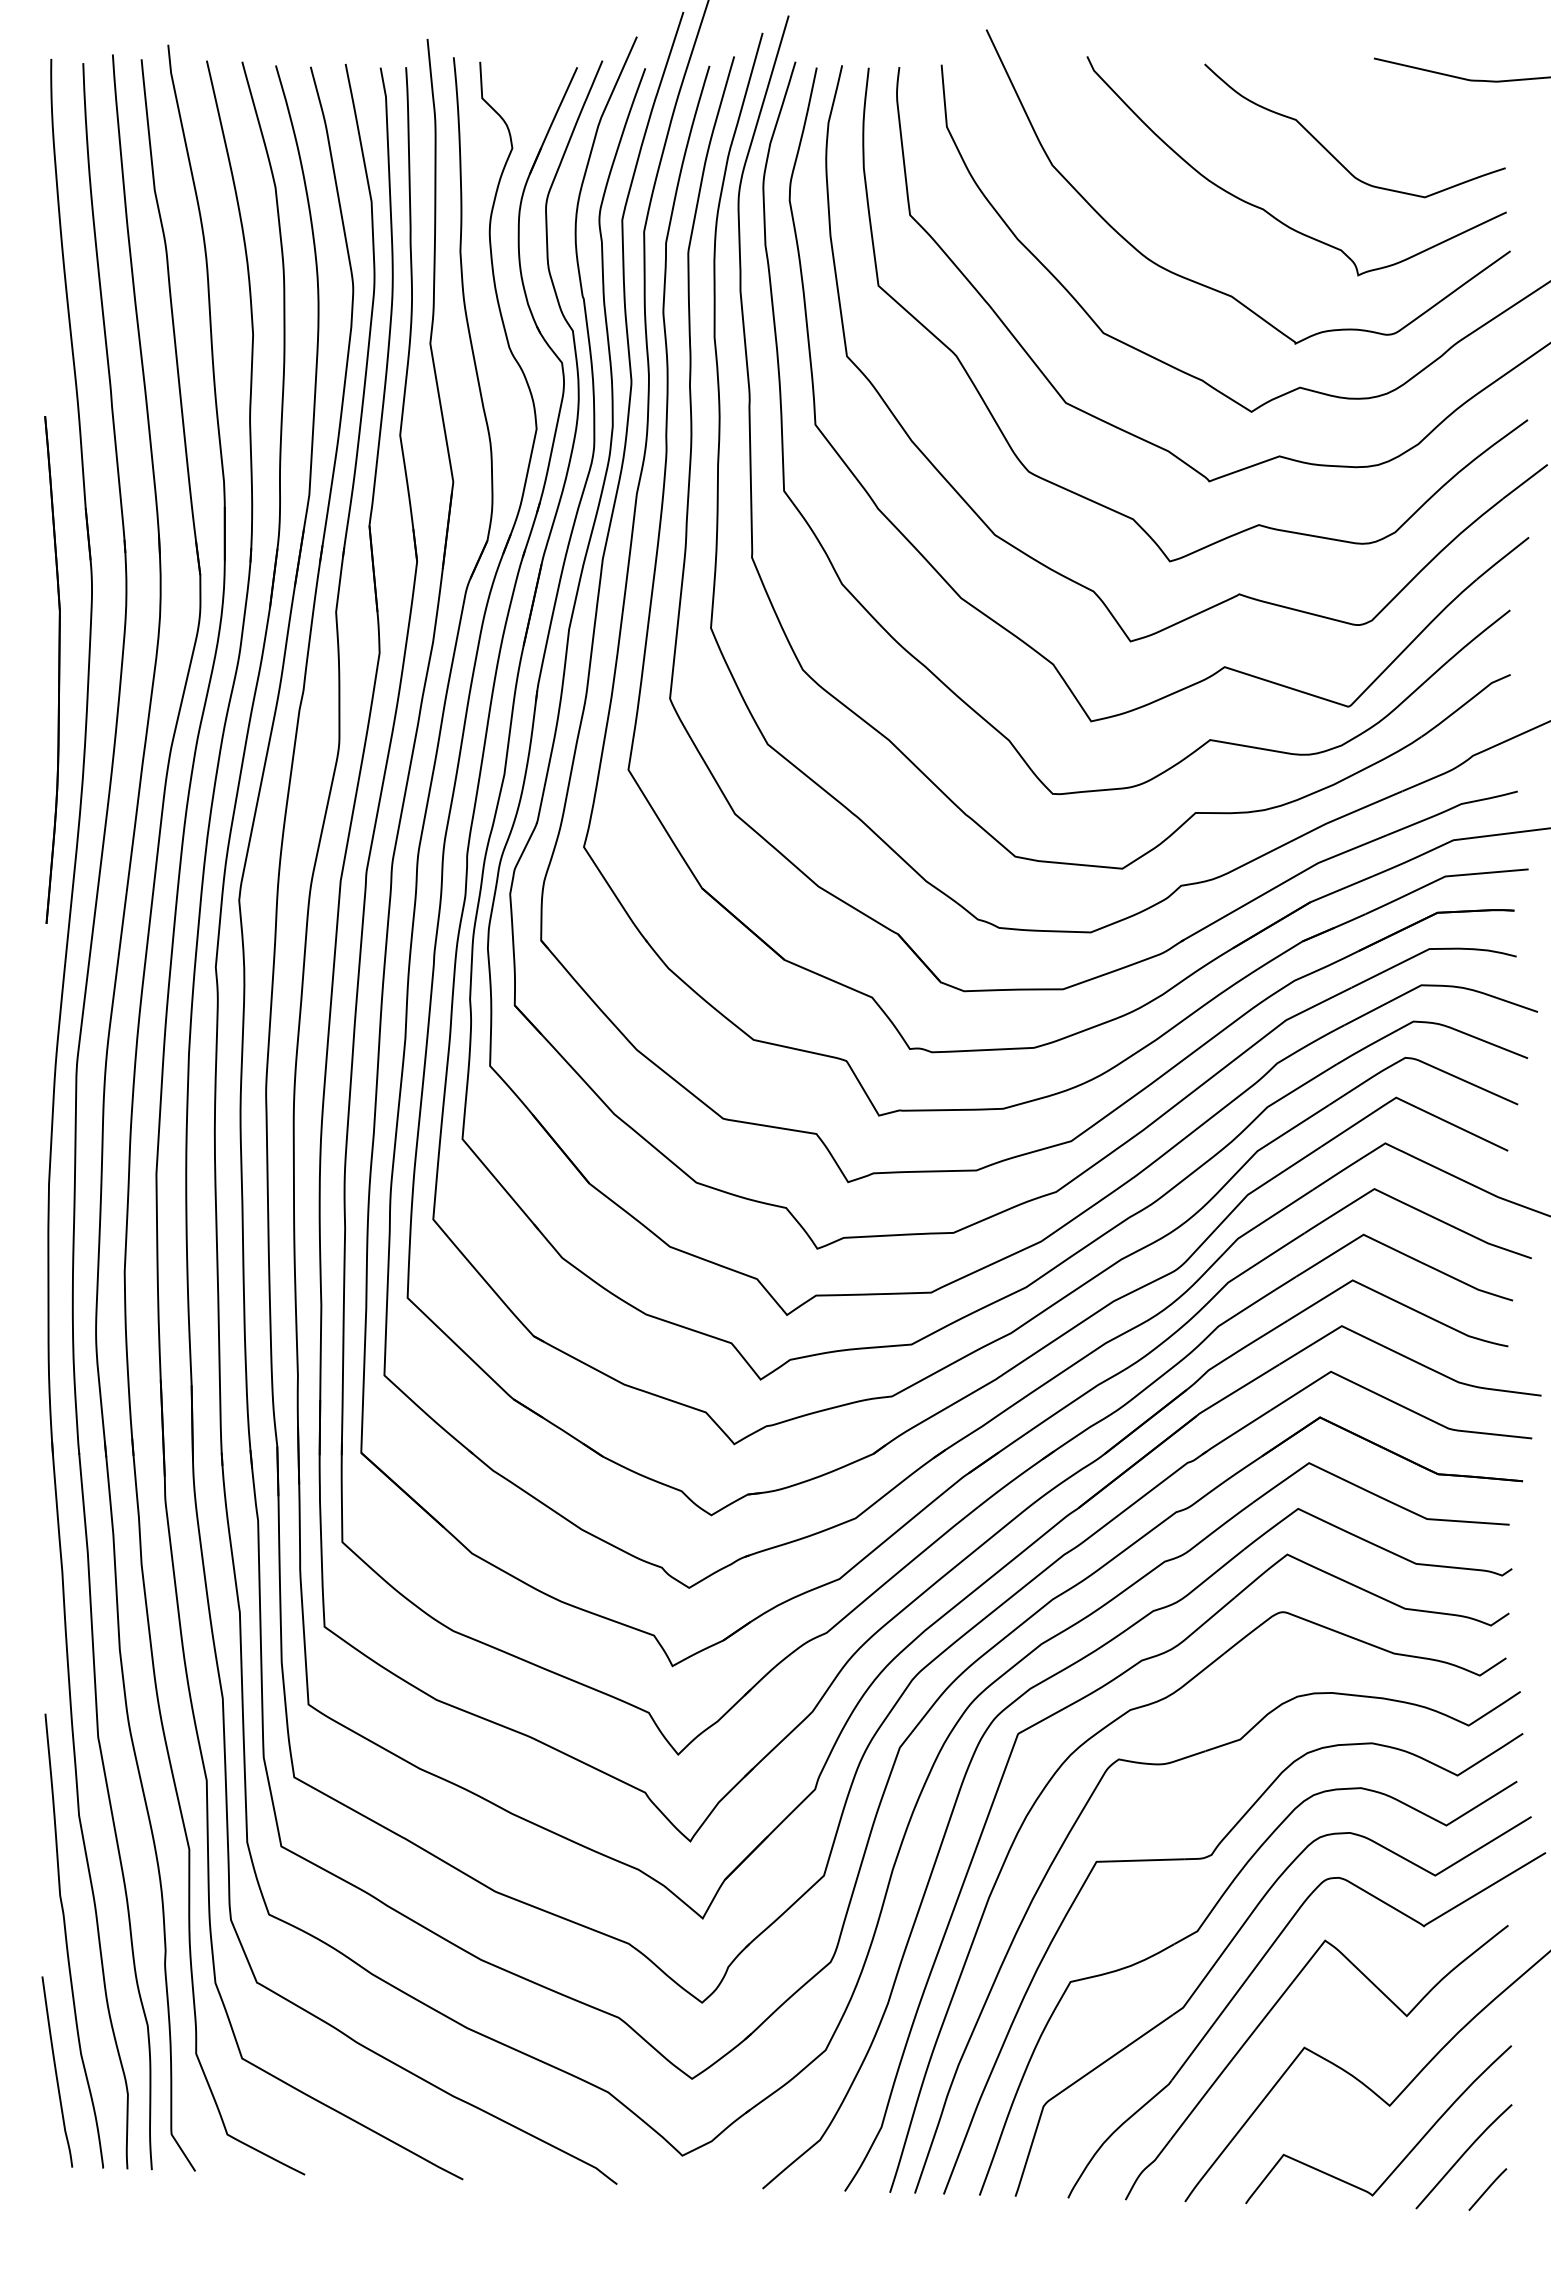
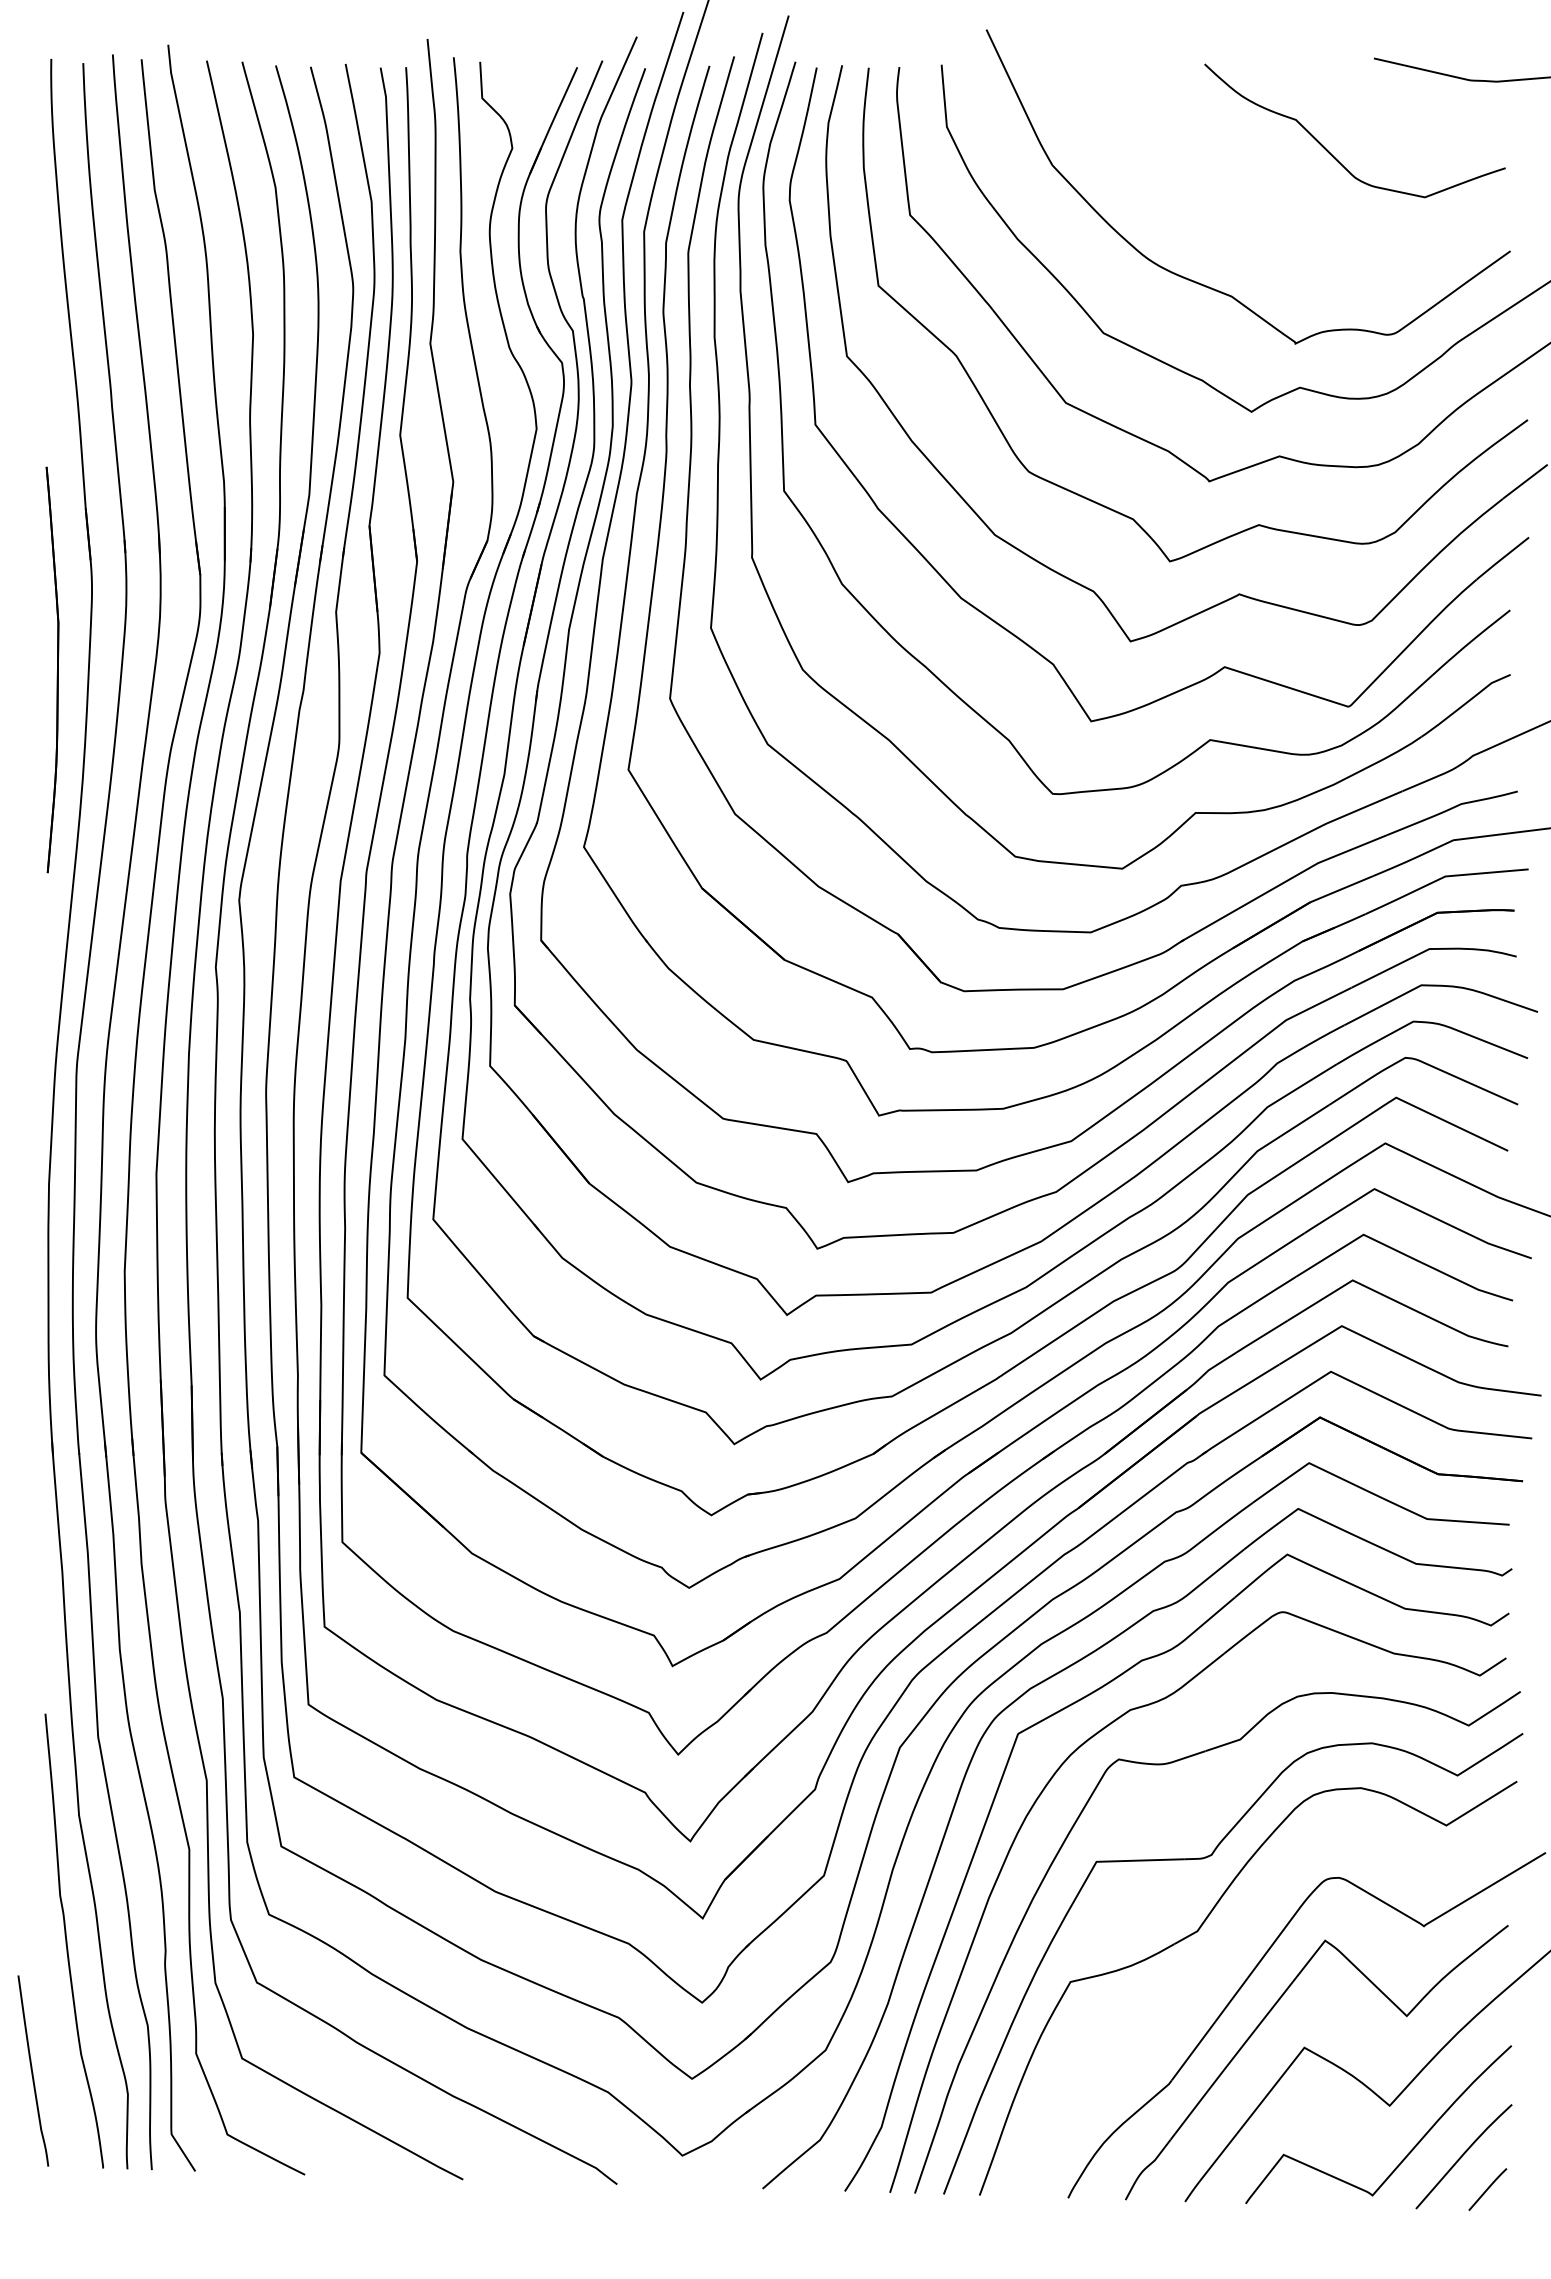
curve at (1265, 209): present -> none
part at (52, 669) size: 17x508 px -> 15x408 px
part at (1217, 1962): present -> none
curve at (56, 2071) position: (56, 2071) -> (32, 2070)
